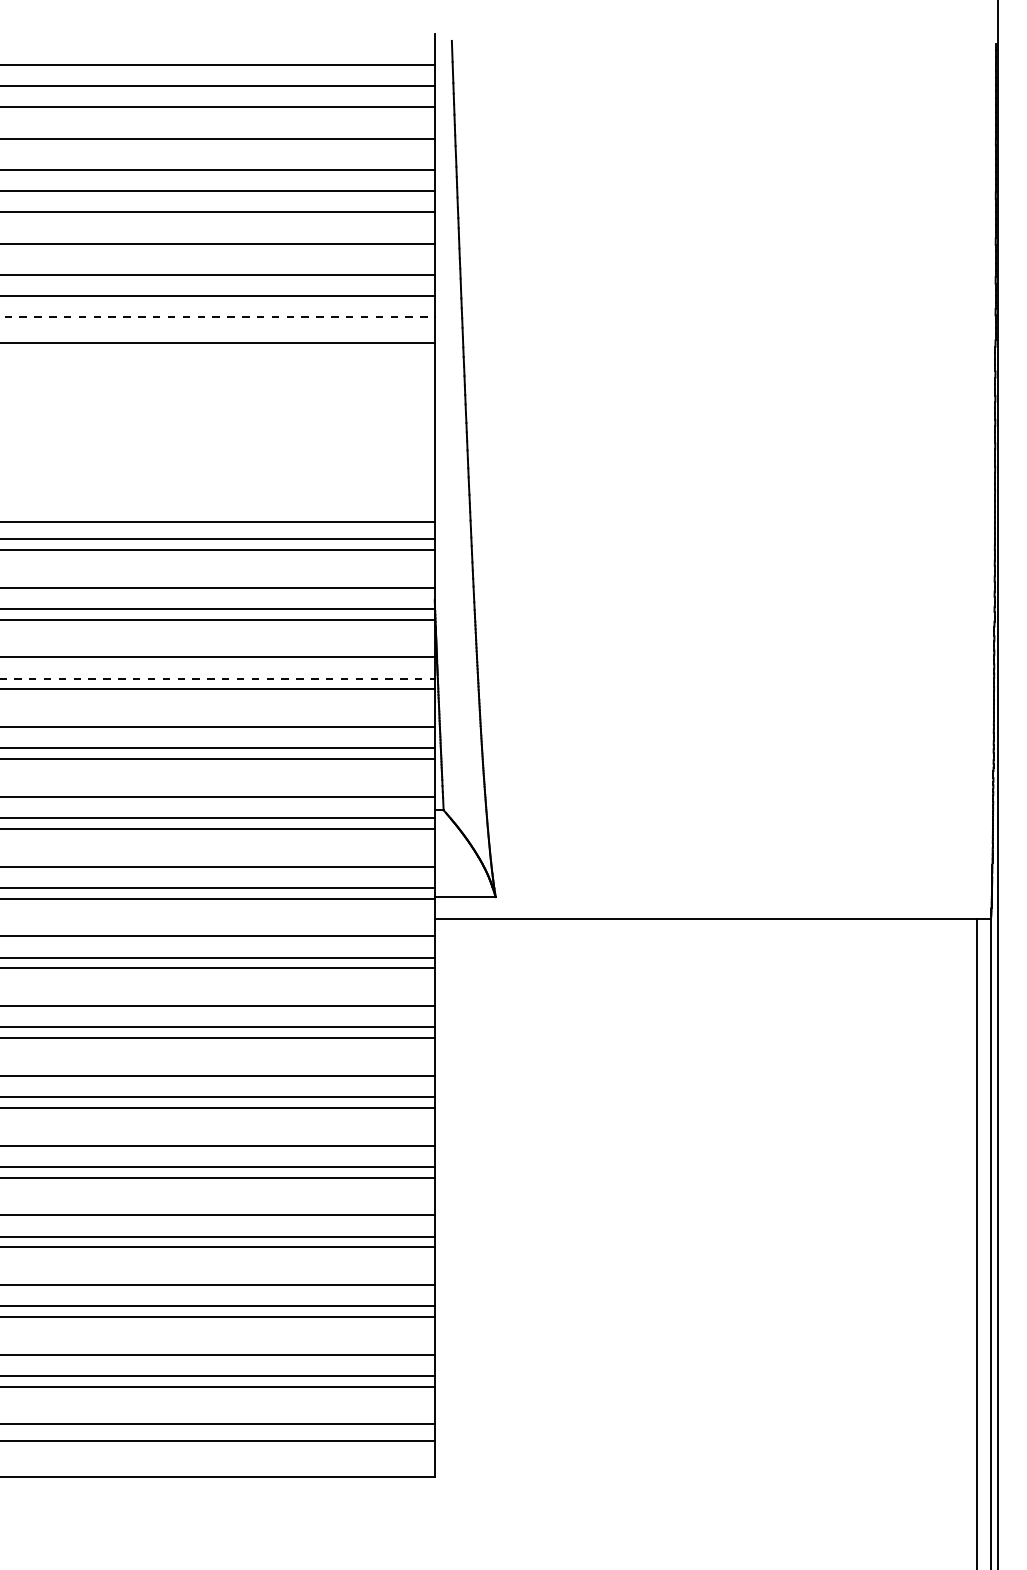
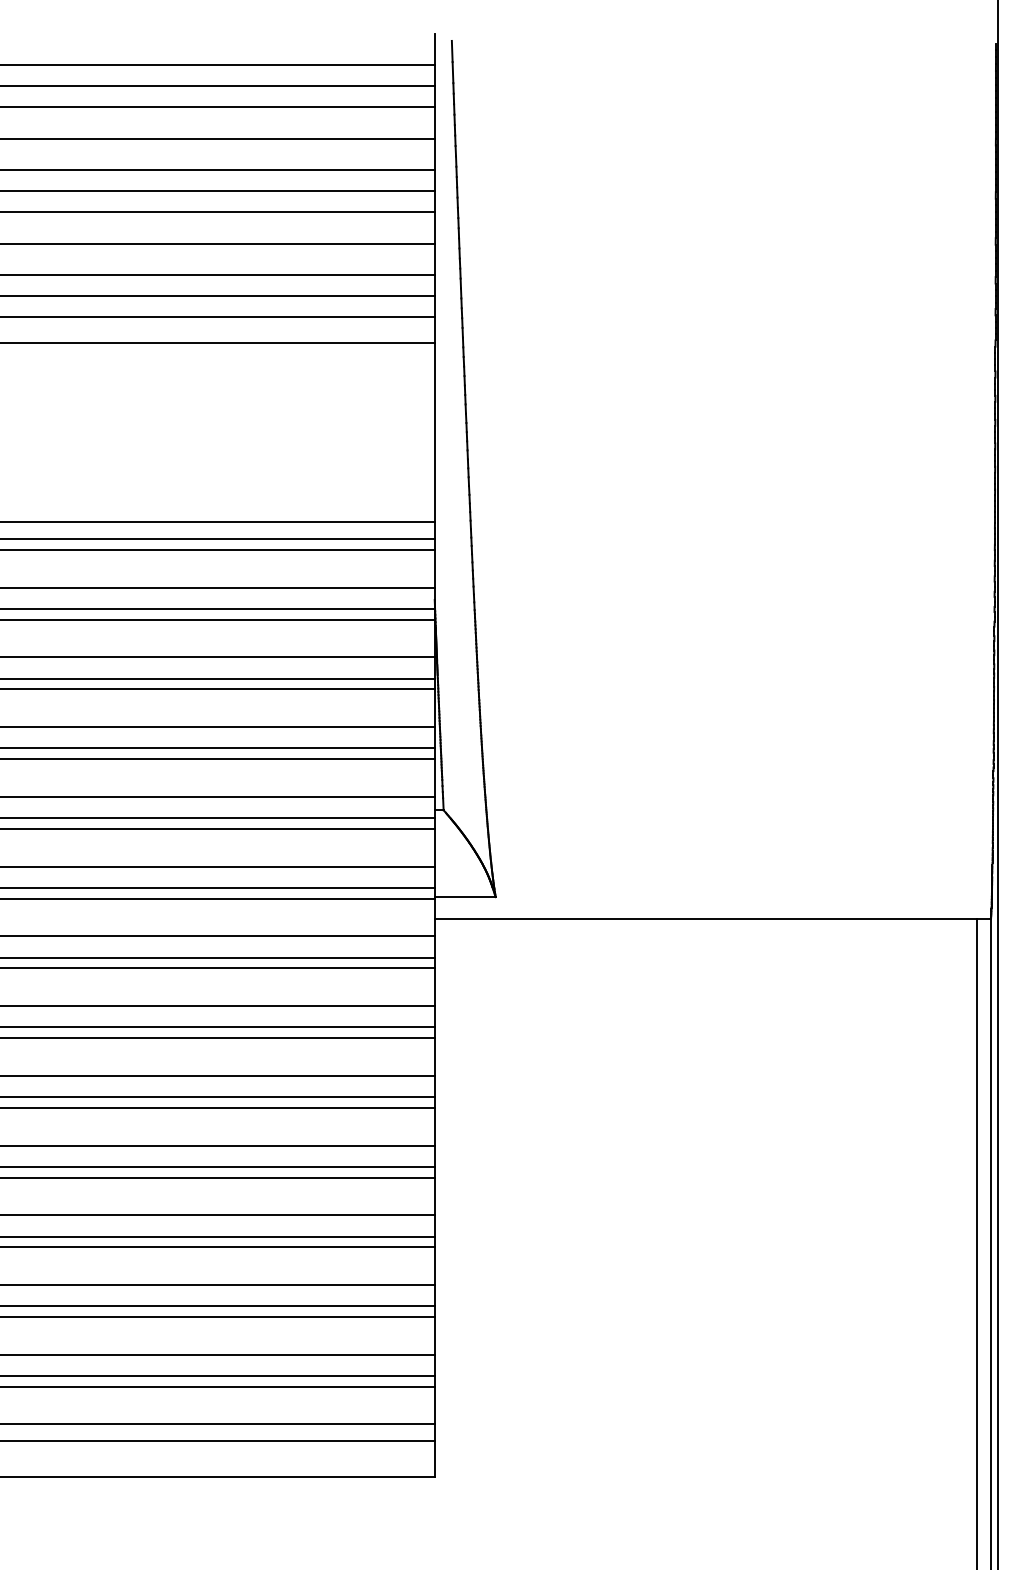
line at (217, 317): dashed -> solid
line at (217, 678): dashed -> solid
